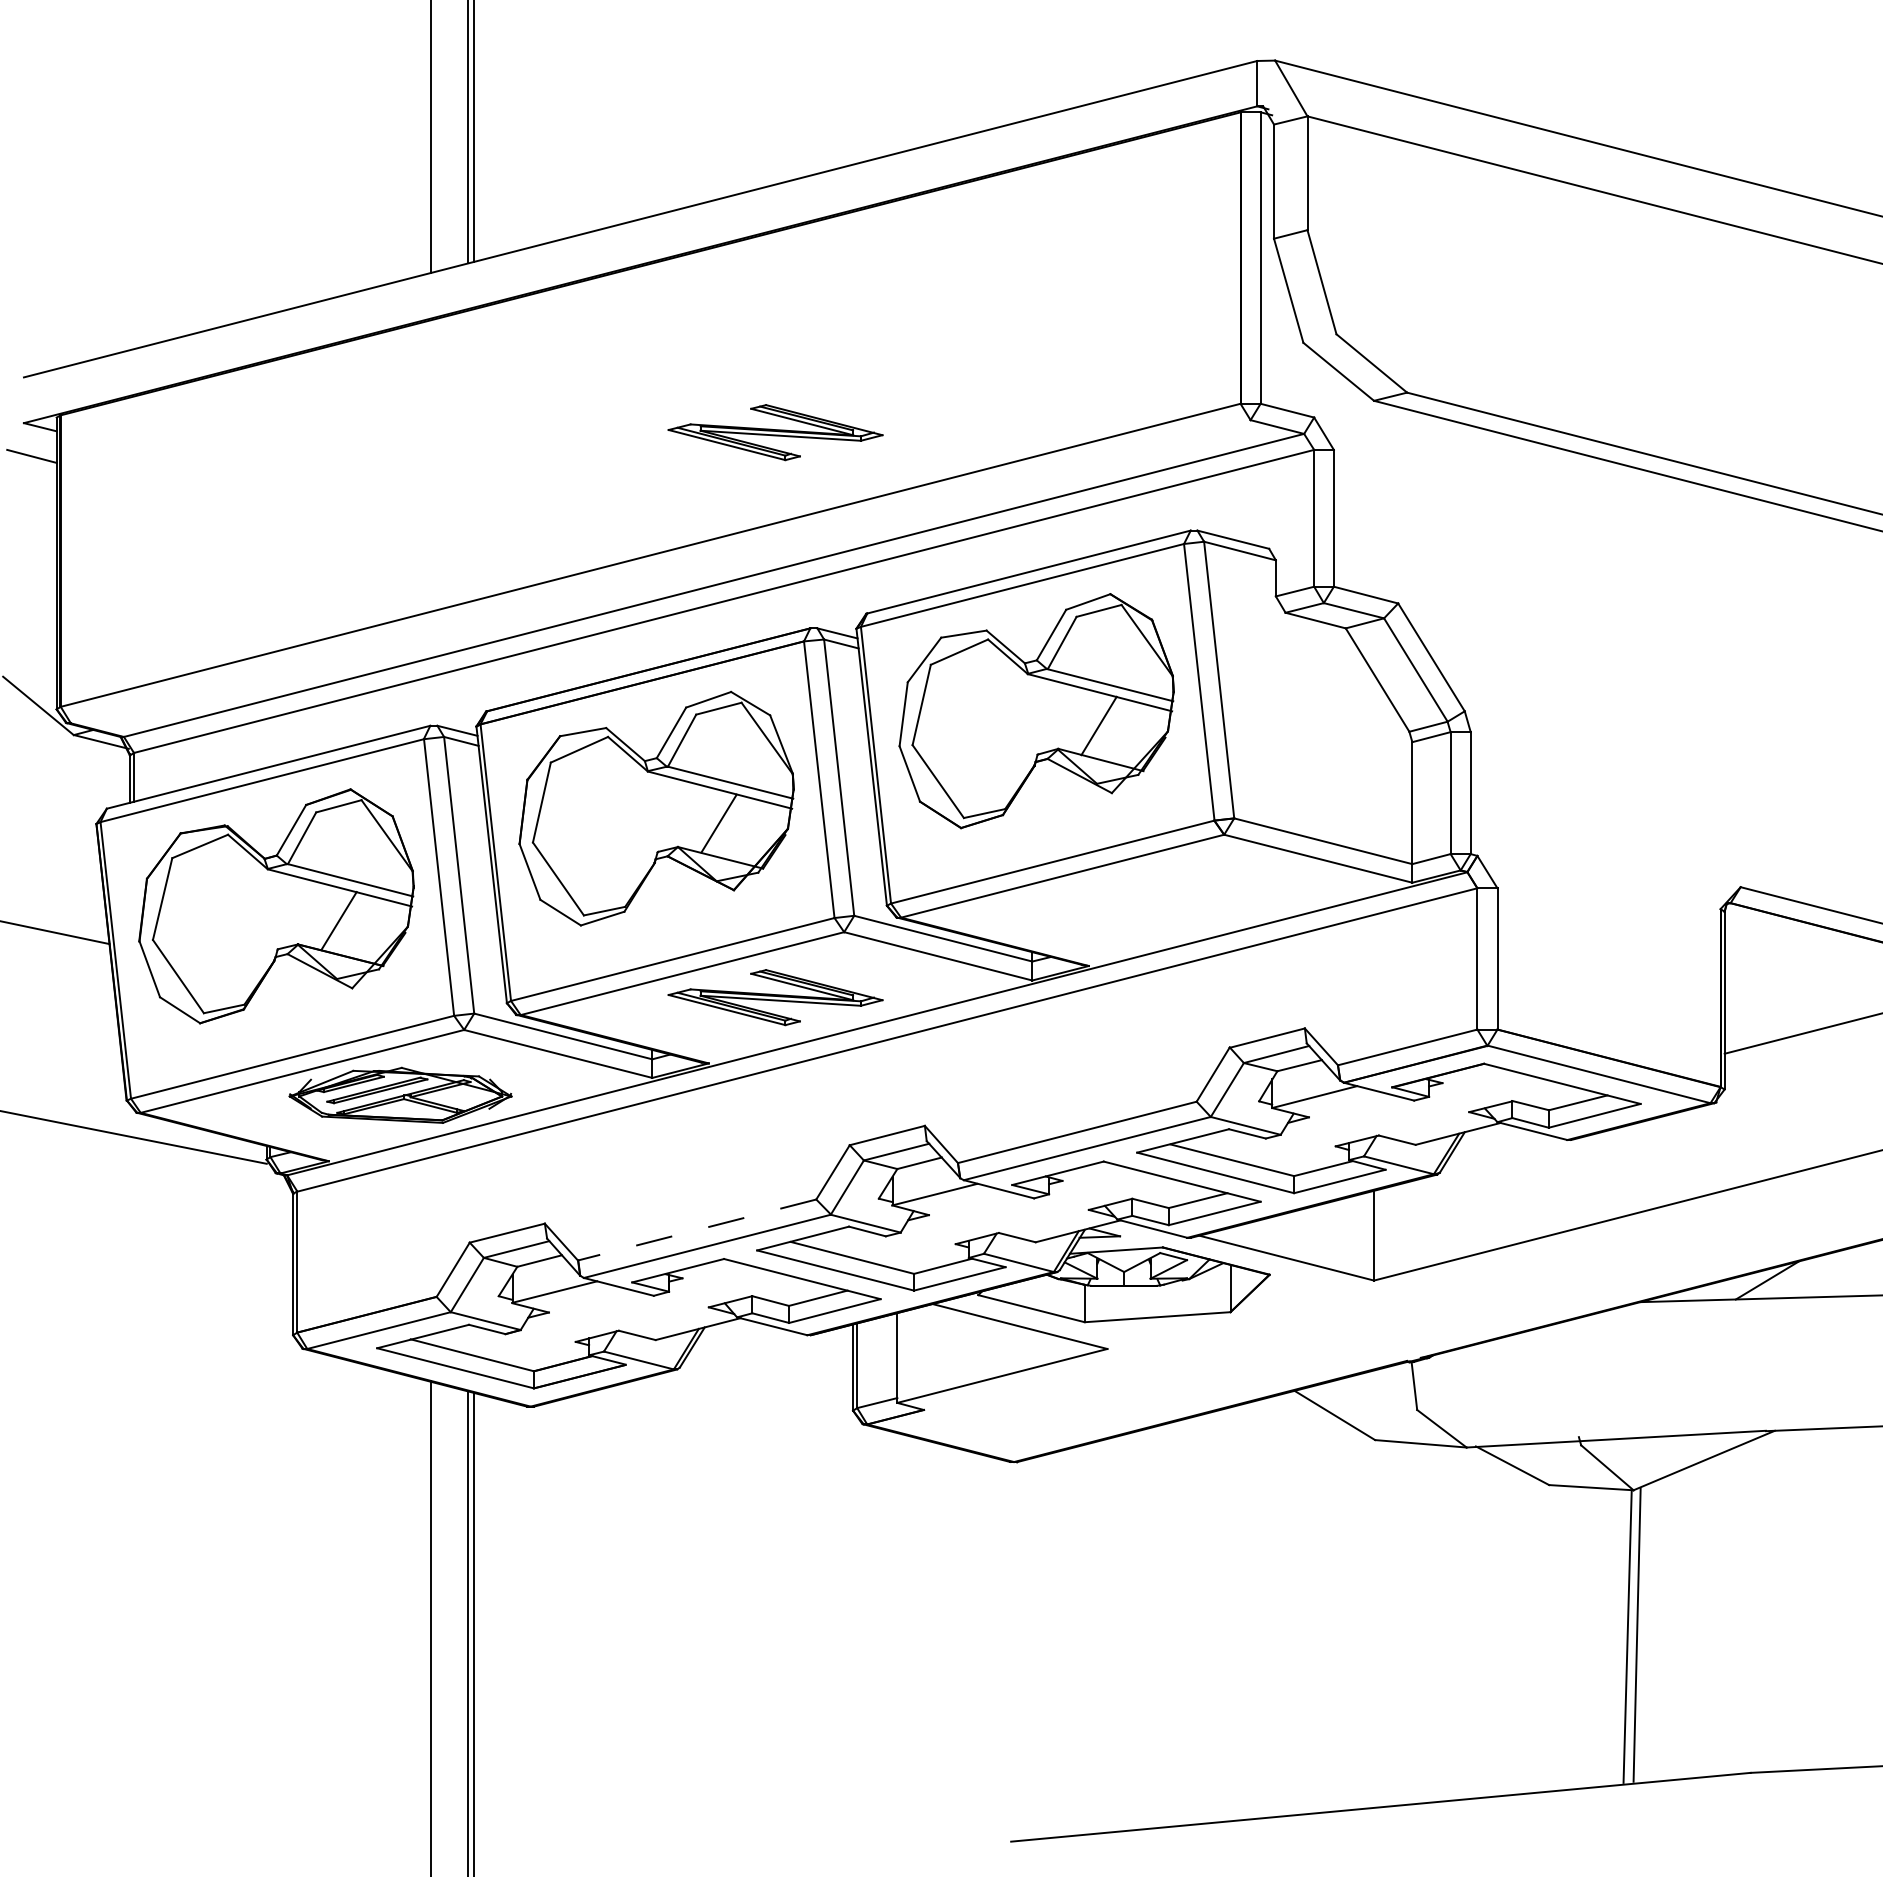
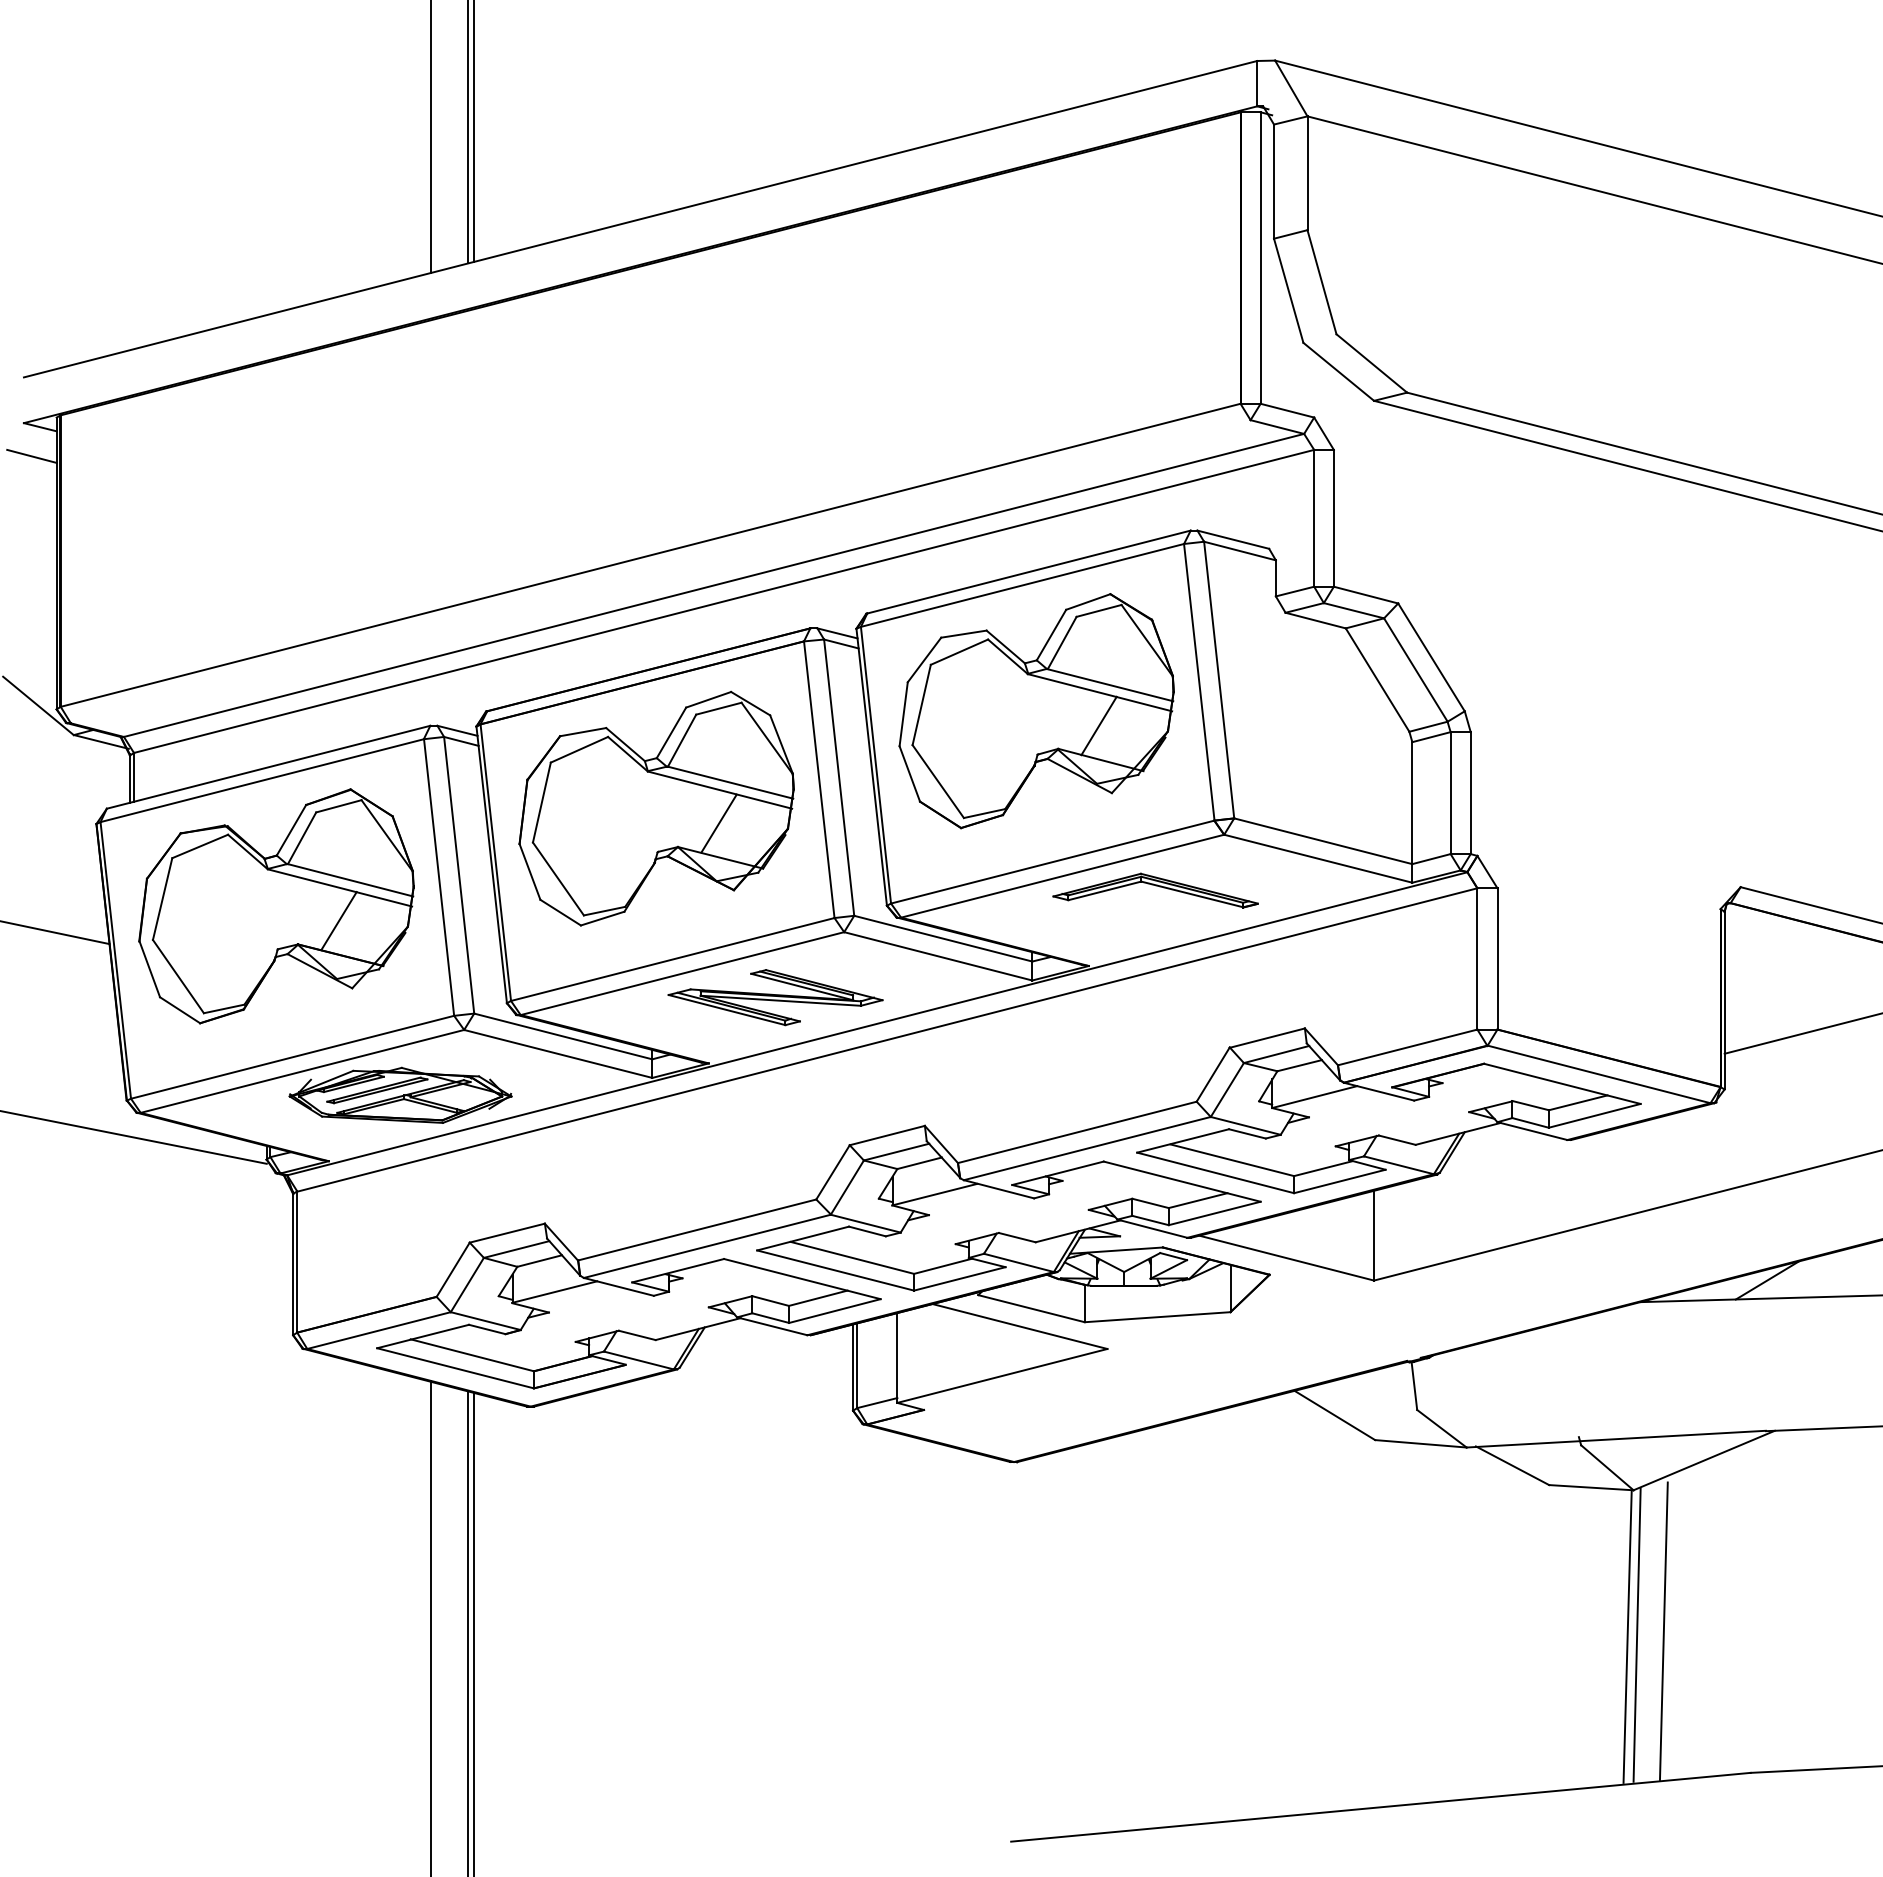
part at (775, 432): present -> none
part at (1155, 890): none -> present
line at (696, 1230): dashed -> solid
line at (1663, 1630): none -> present
